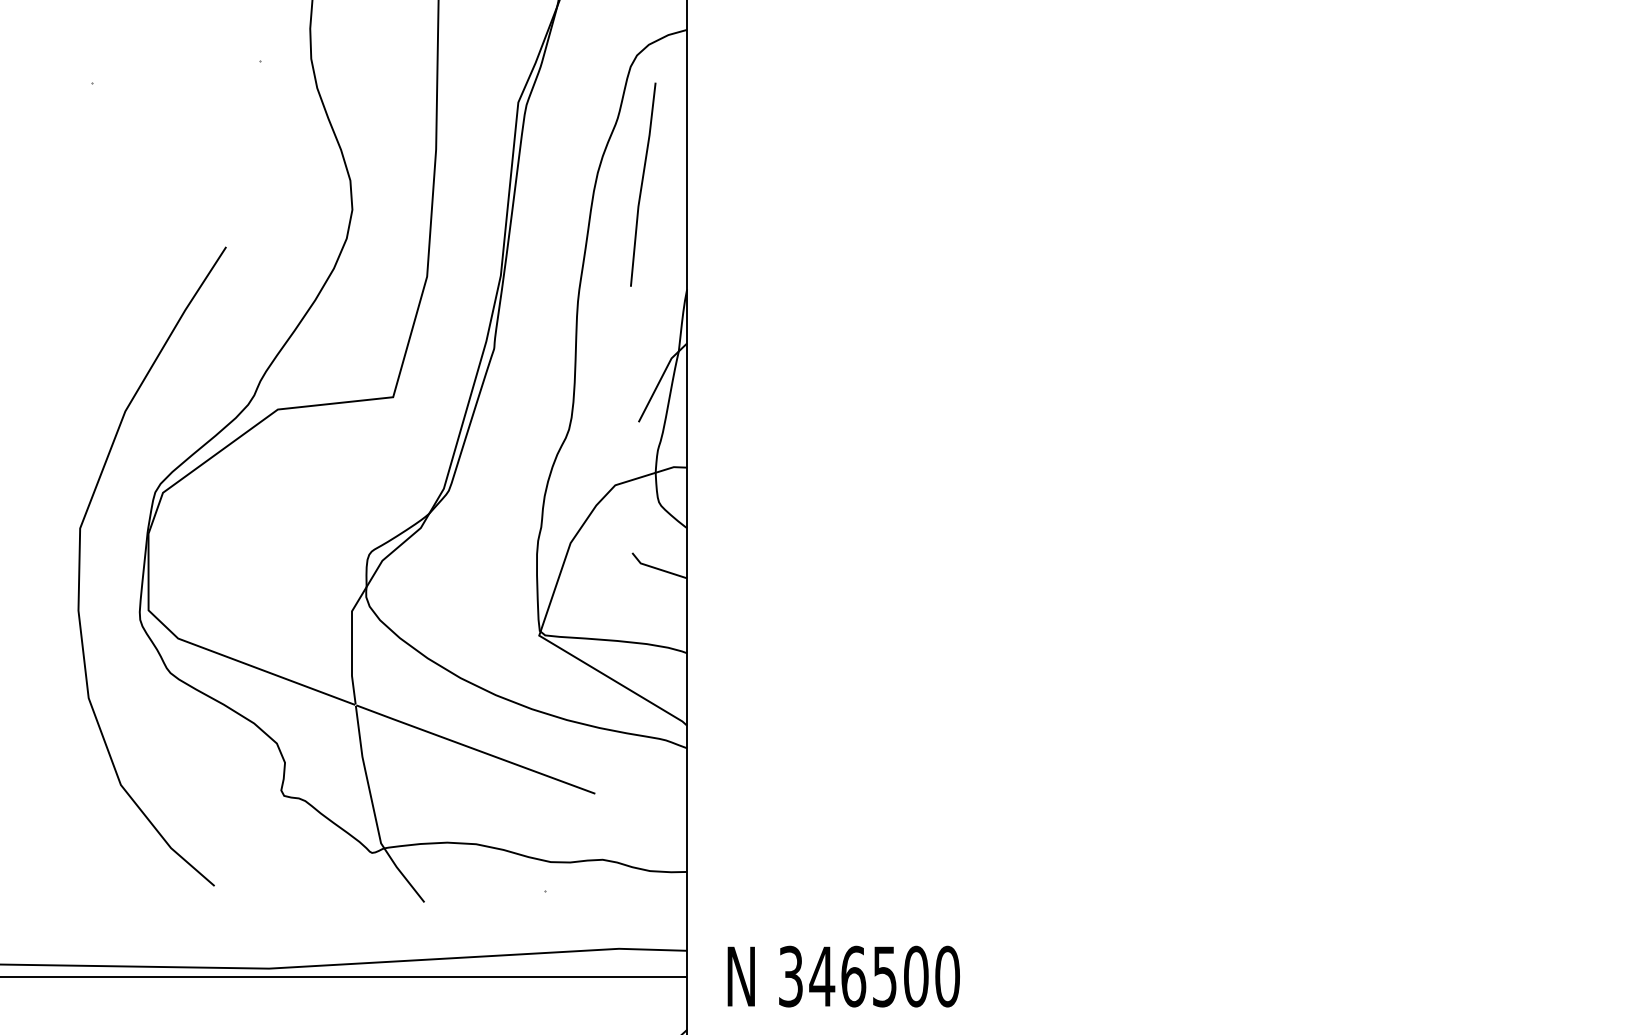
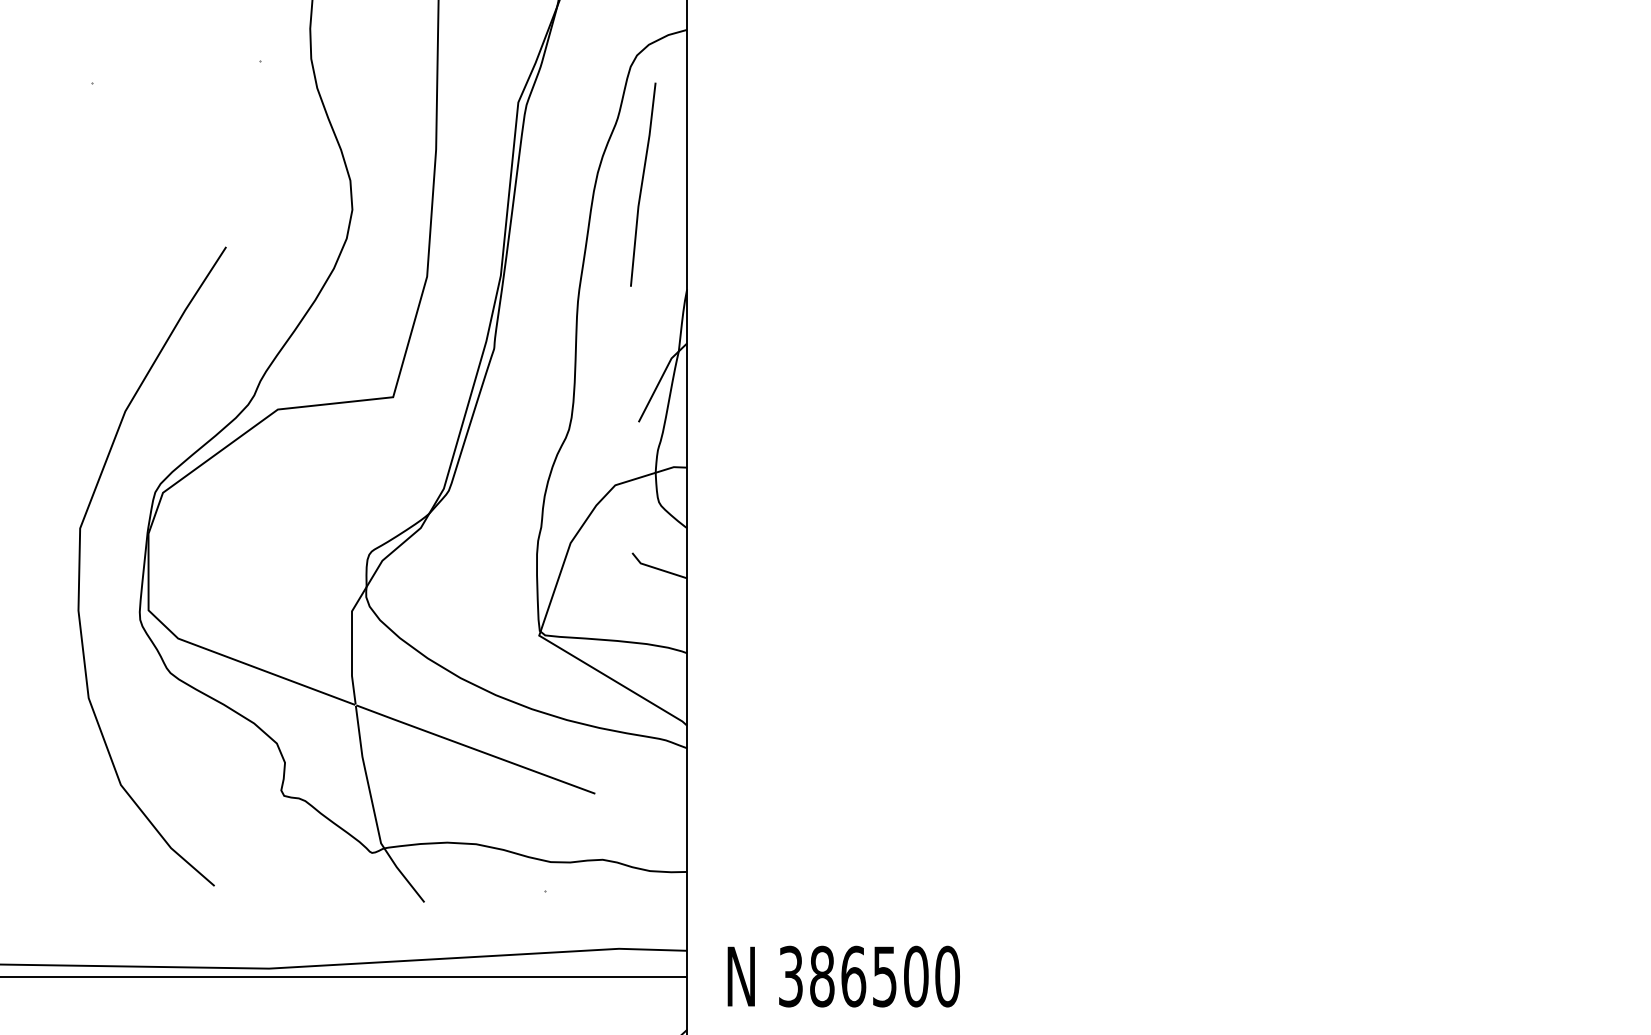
text at (822, 976): 346500 -> 386500
